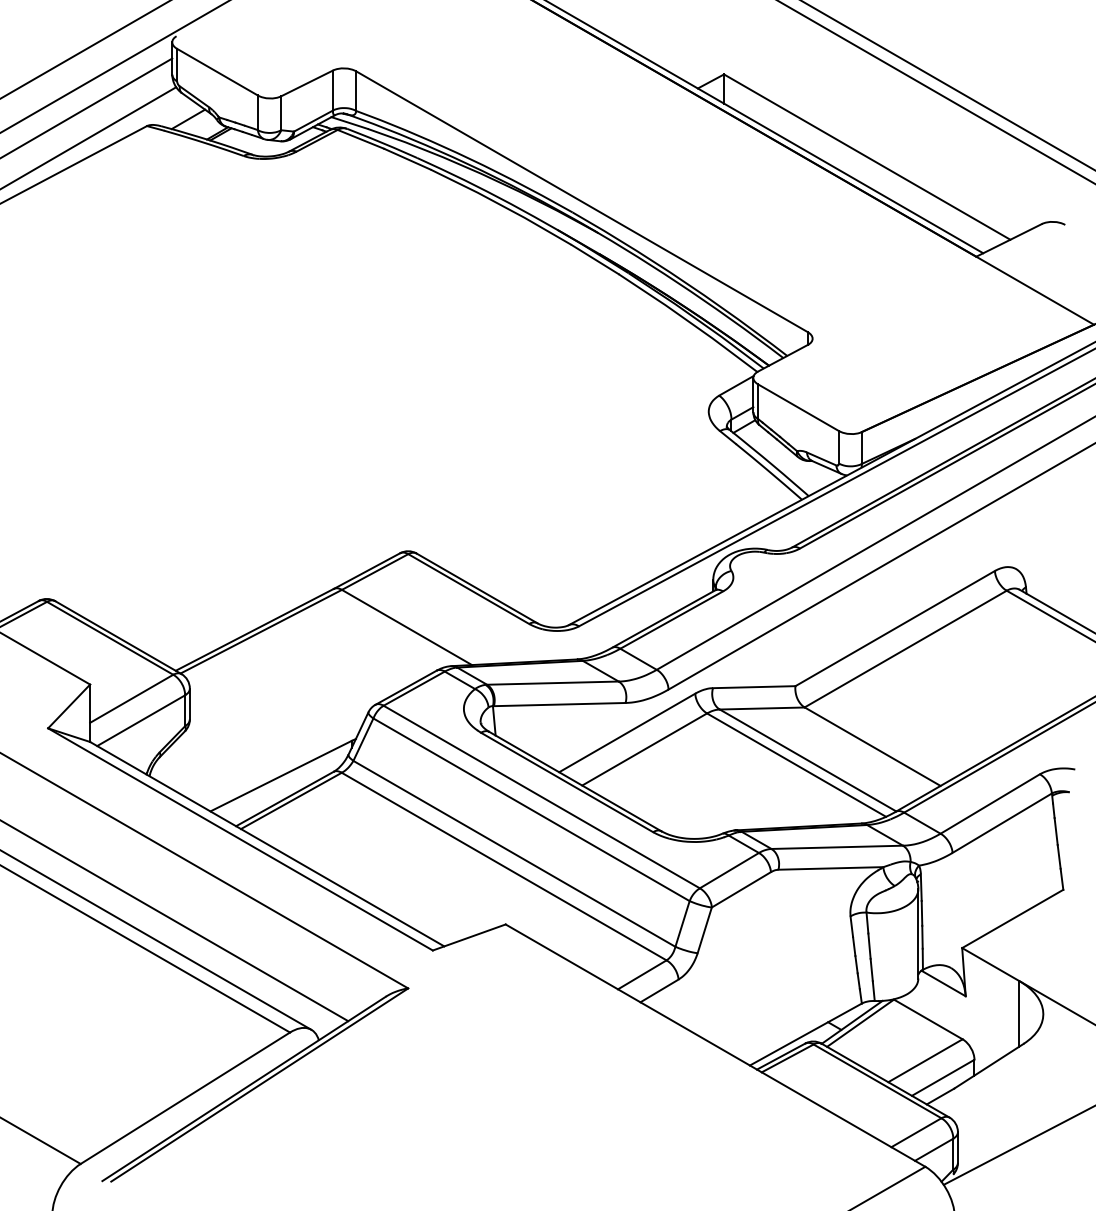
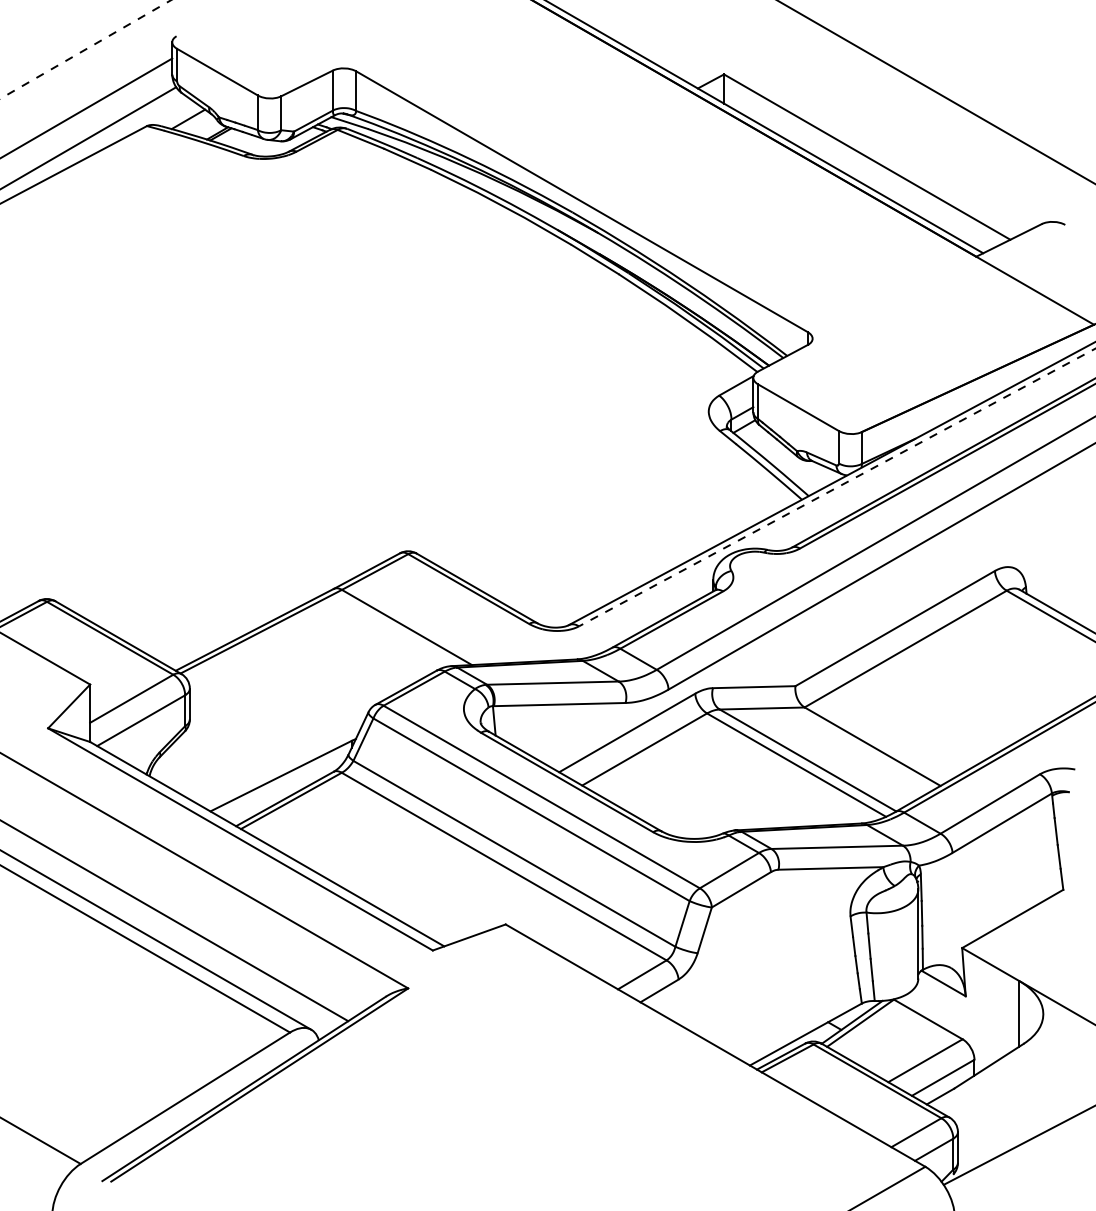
line at (85, 49): solid -> dashed
line at (114, 66): present -> none
line at (948, 85): present -> none
line at (836, 487): solid -> dashed
